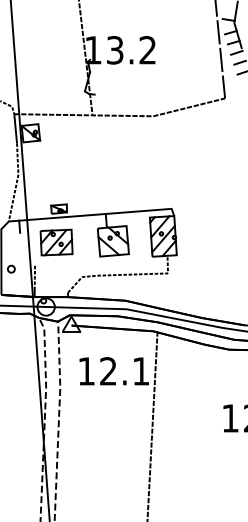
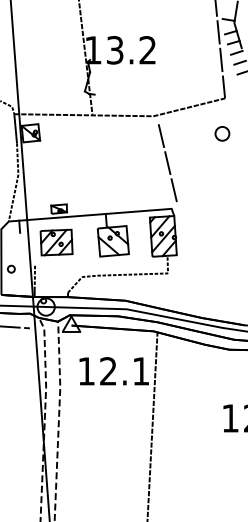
part at (222, 133): none -> present
line at (167, 163): none -> present
line at (15, 327): none -> present
